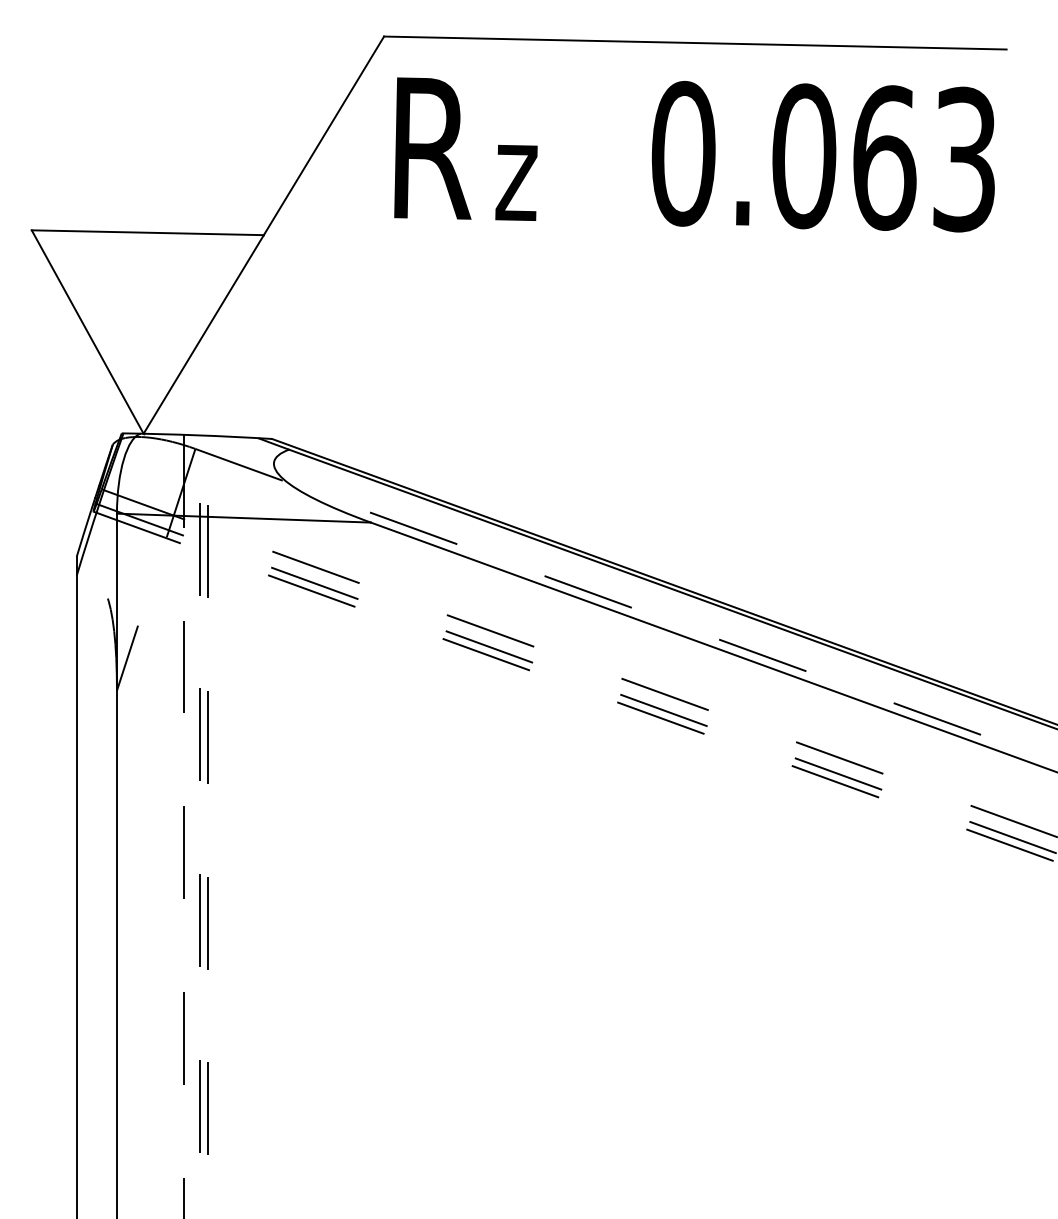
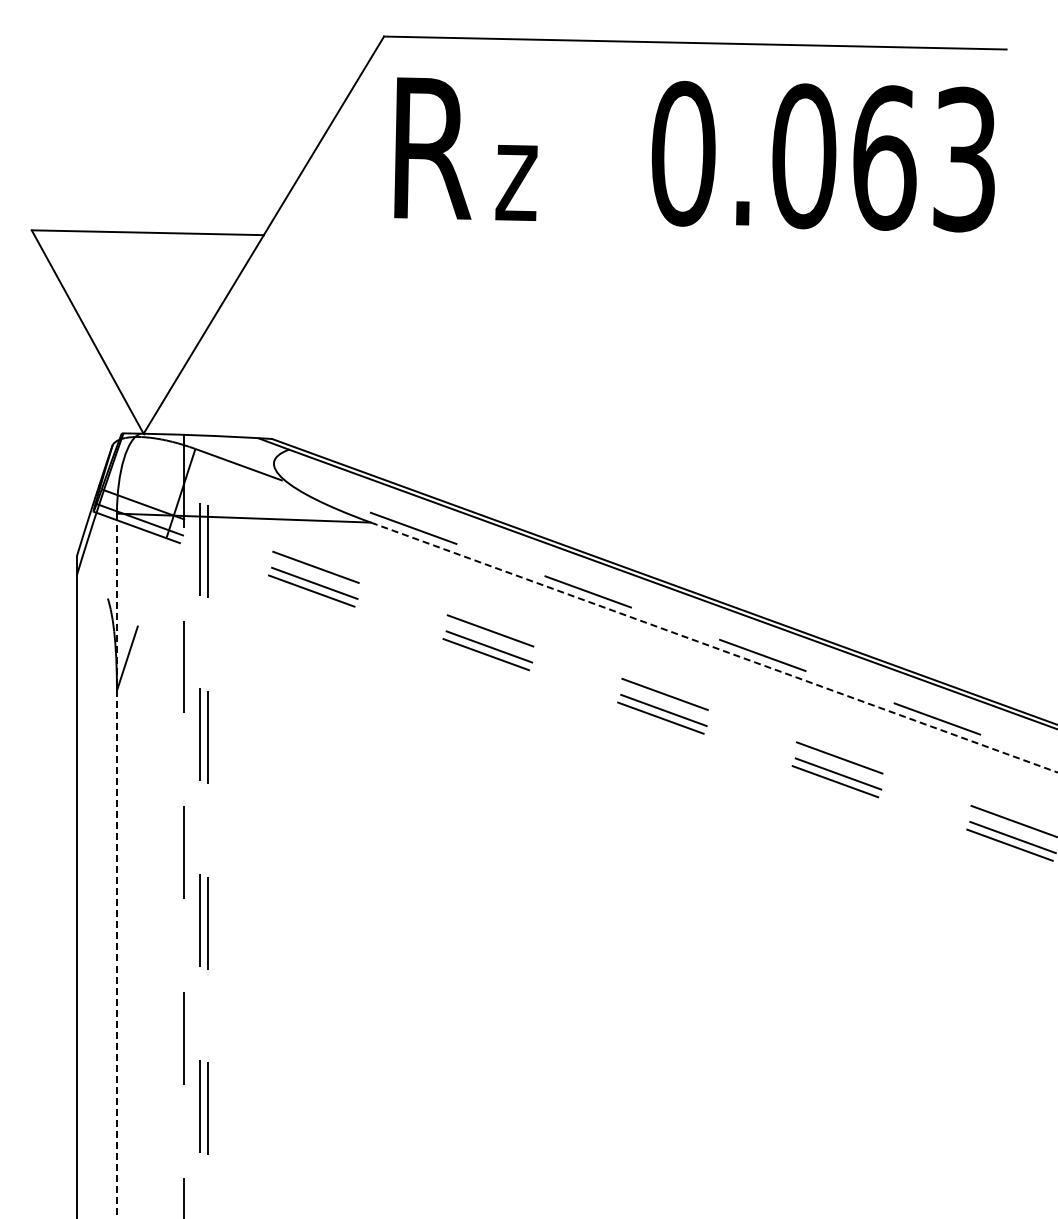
line at (714, 647): solid -> dashed
line at (116, 866): solid -> dashed
